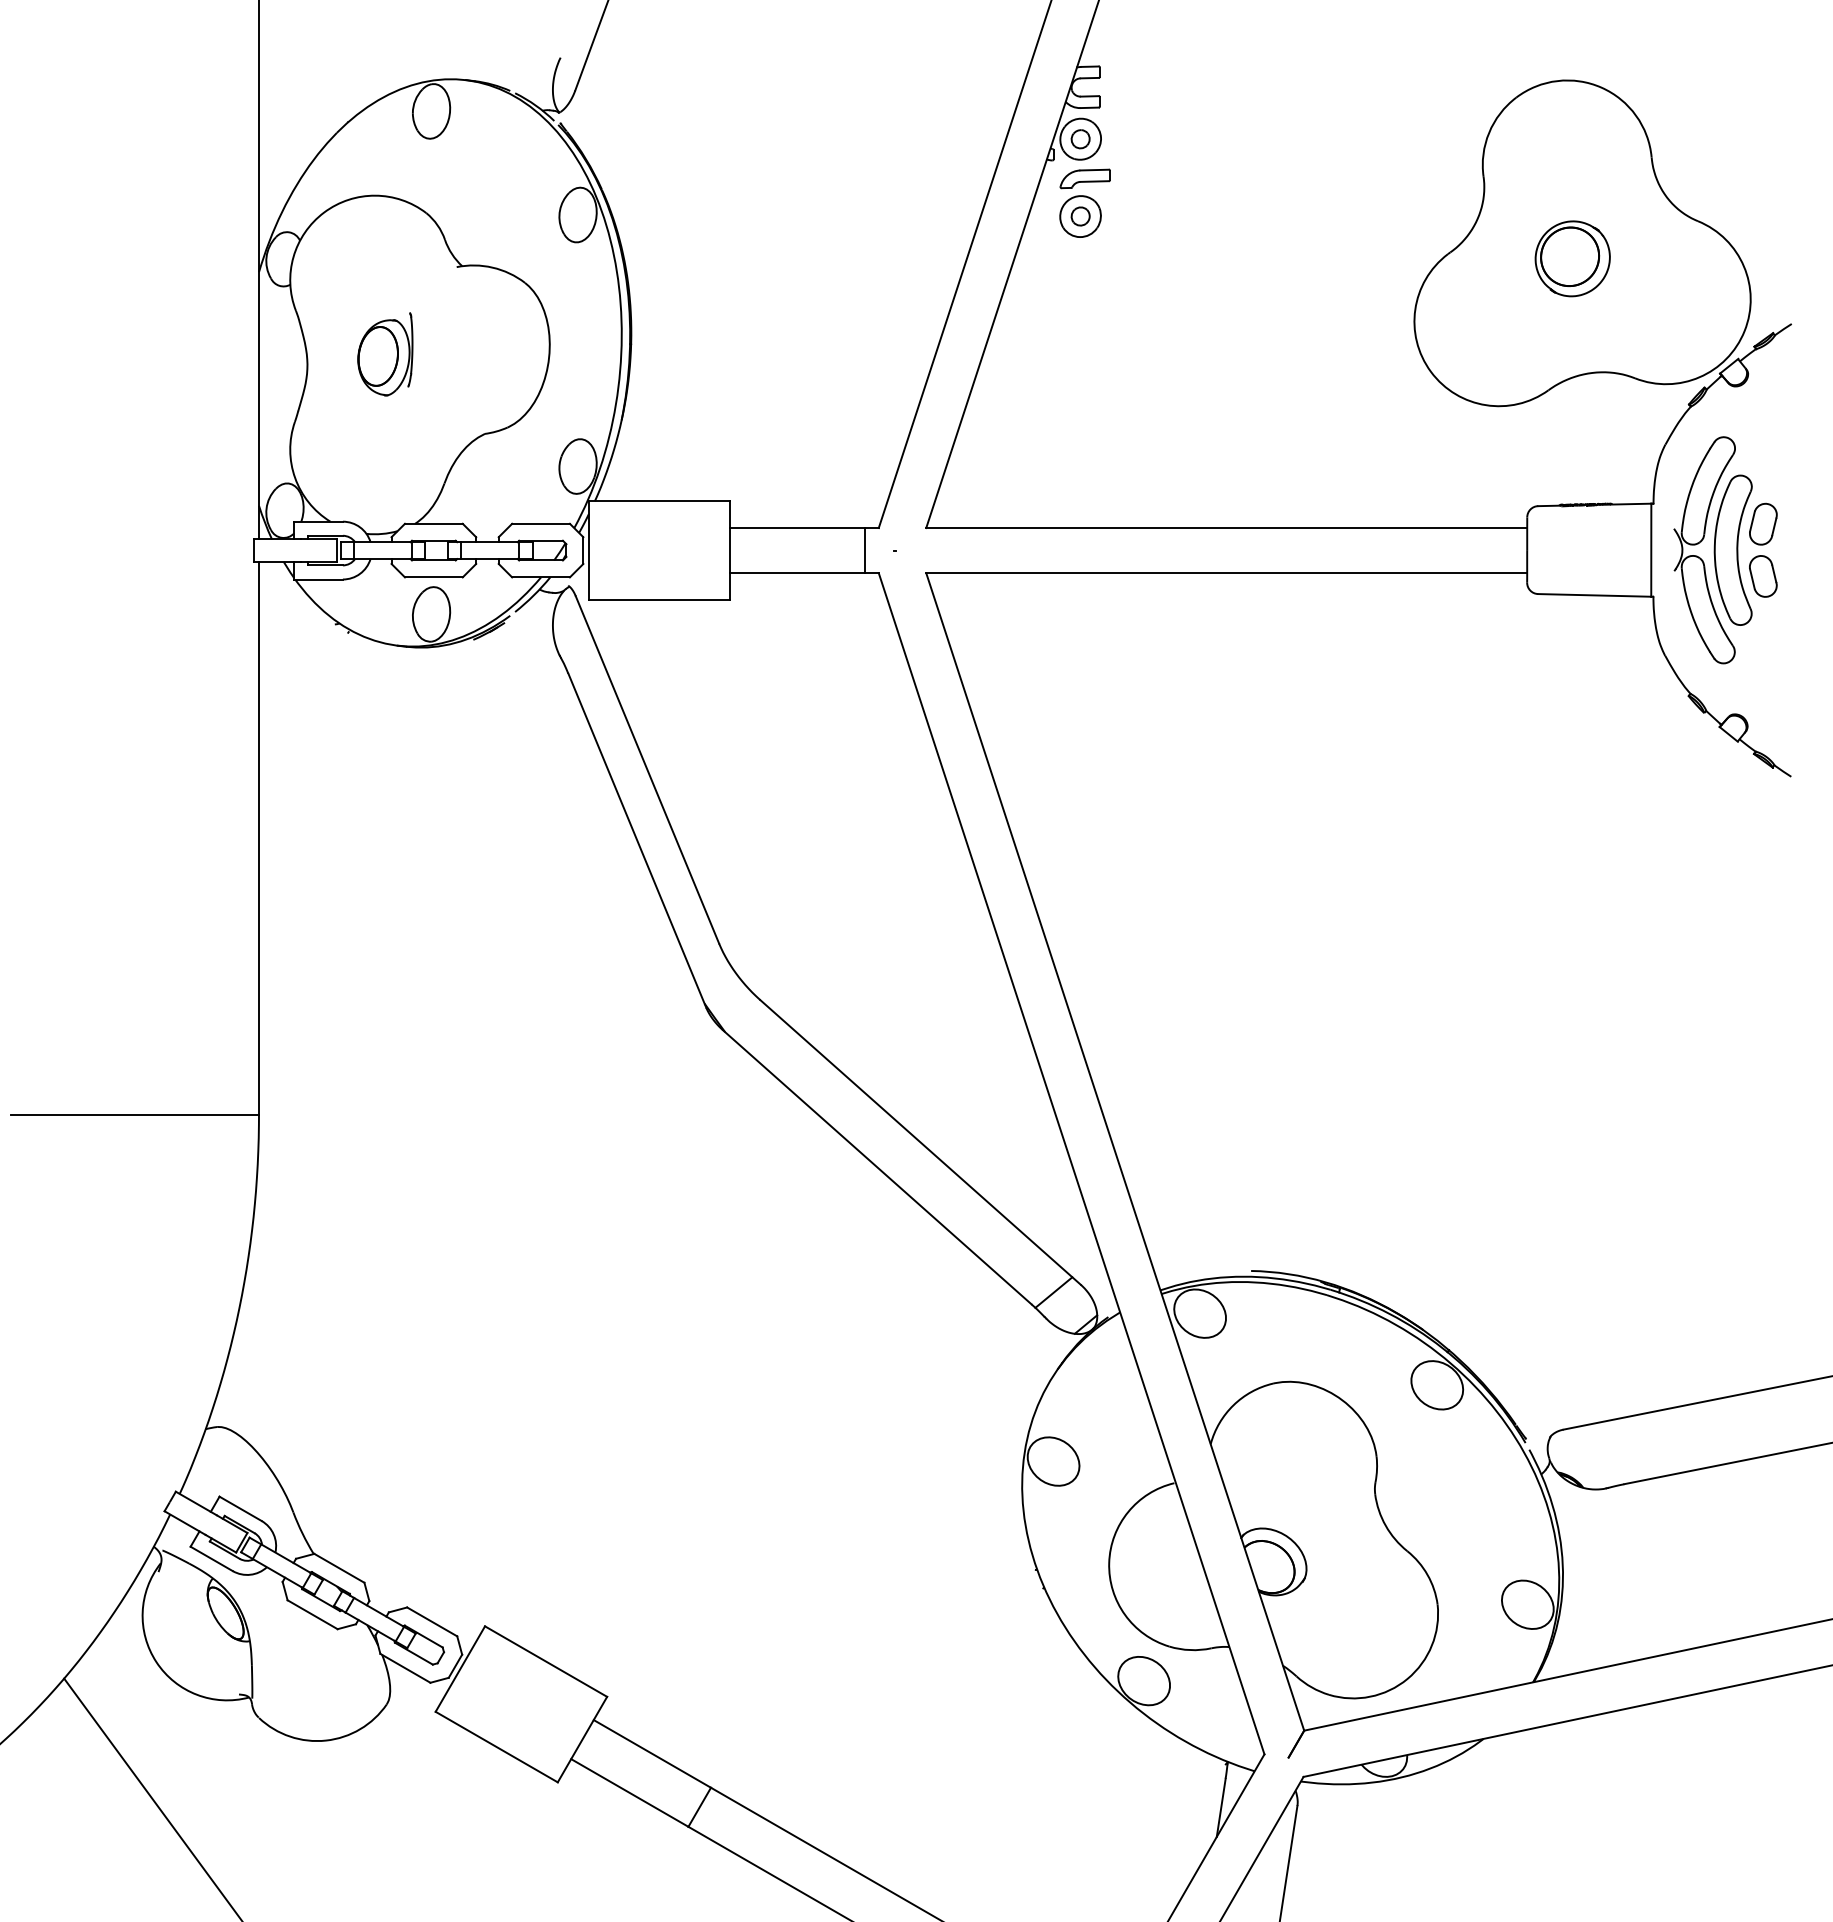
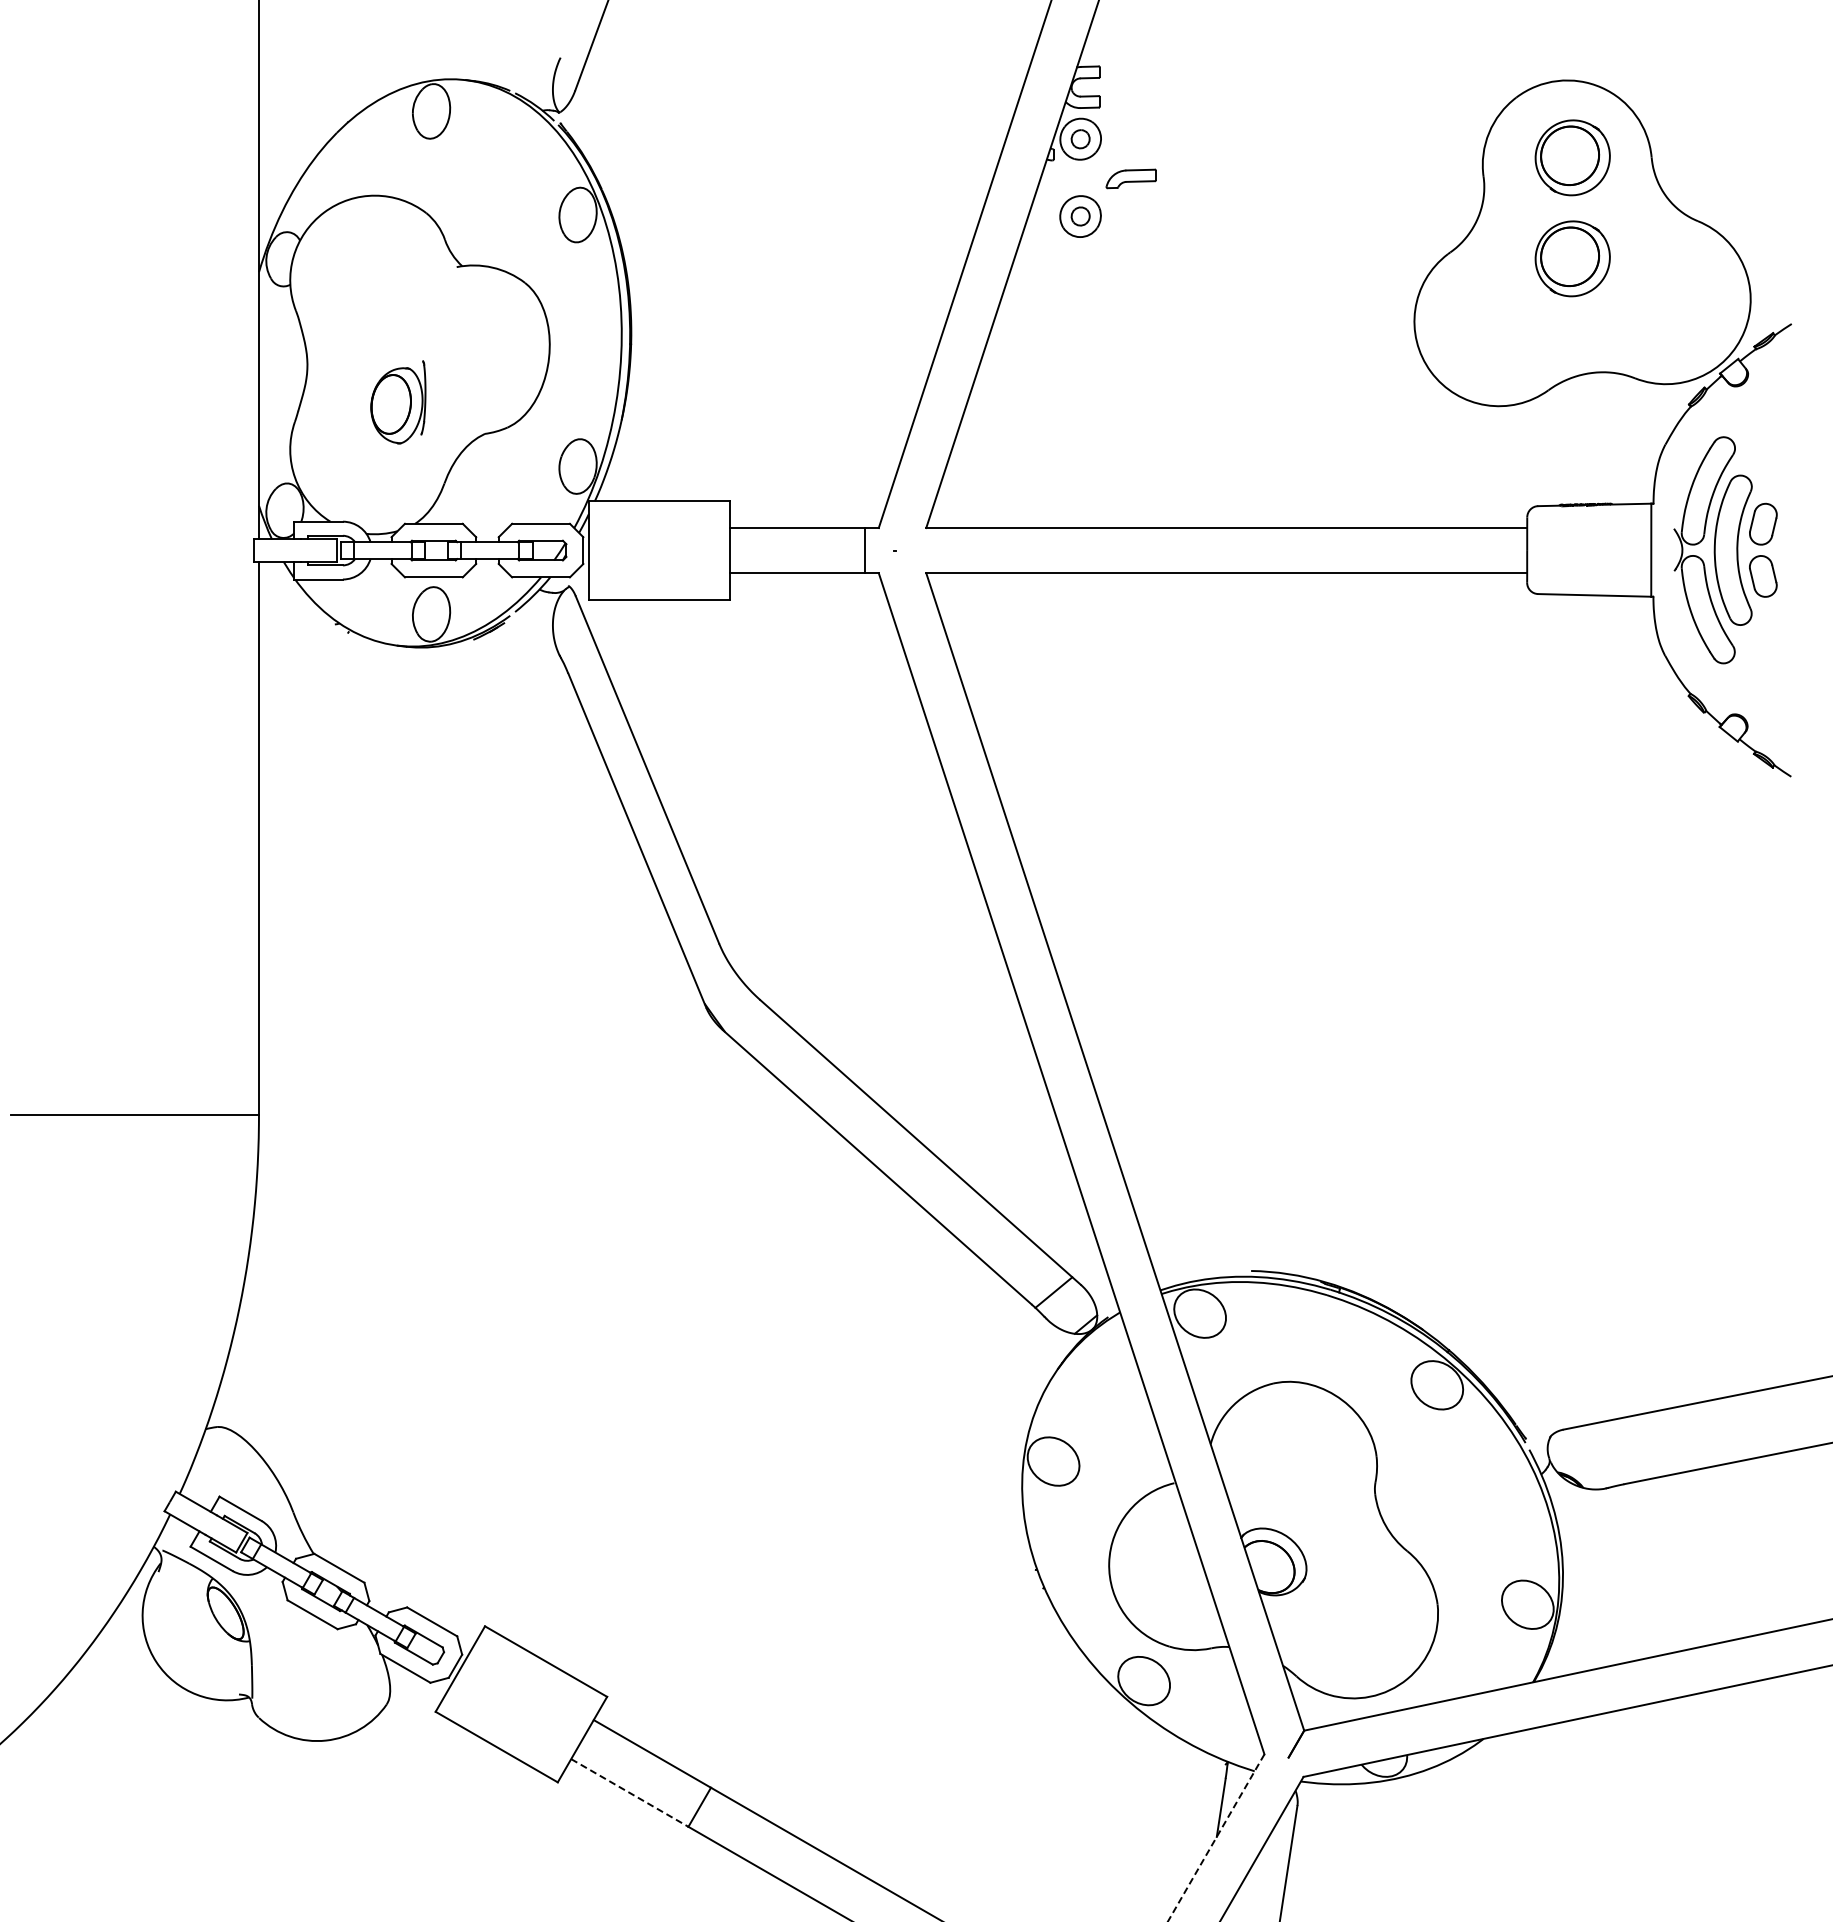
part at (1572, 157): none -> present
part at (1084, 178) position: (1084, 178) -> (1130, 178)
part at (385, 354) position: (385, 354) -> (398, 402)
line at (629, 1792): solid -> dashed
line at (152, 1798): present -> none
line at (1216, 1838): solid -> dashed
